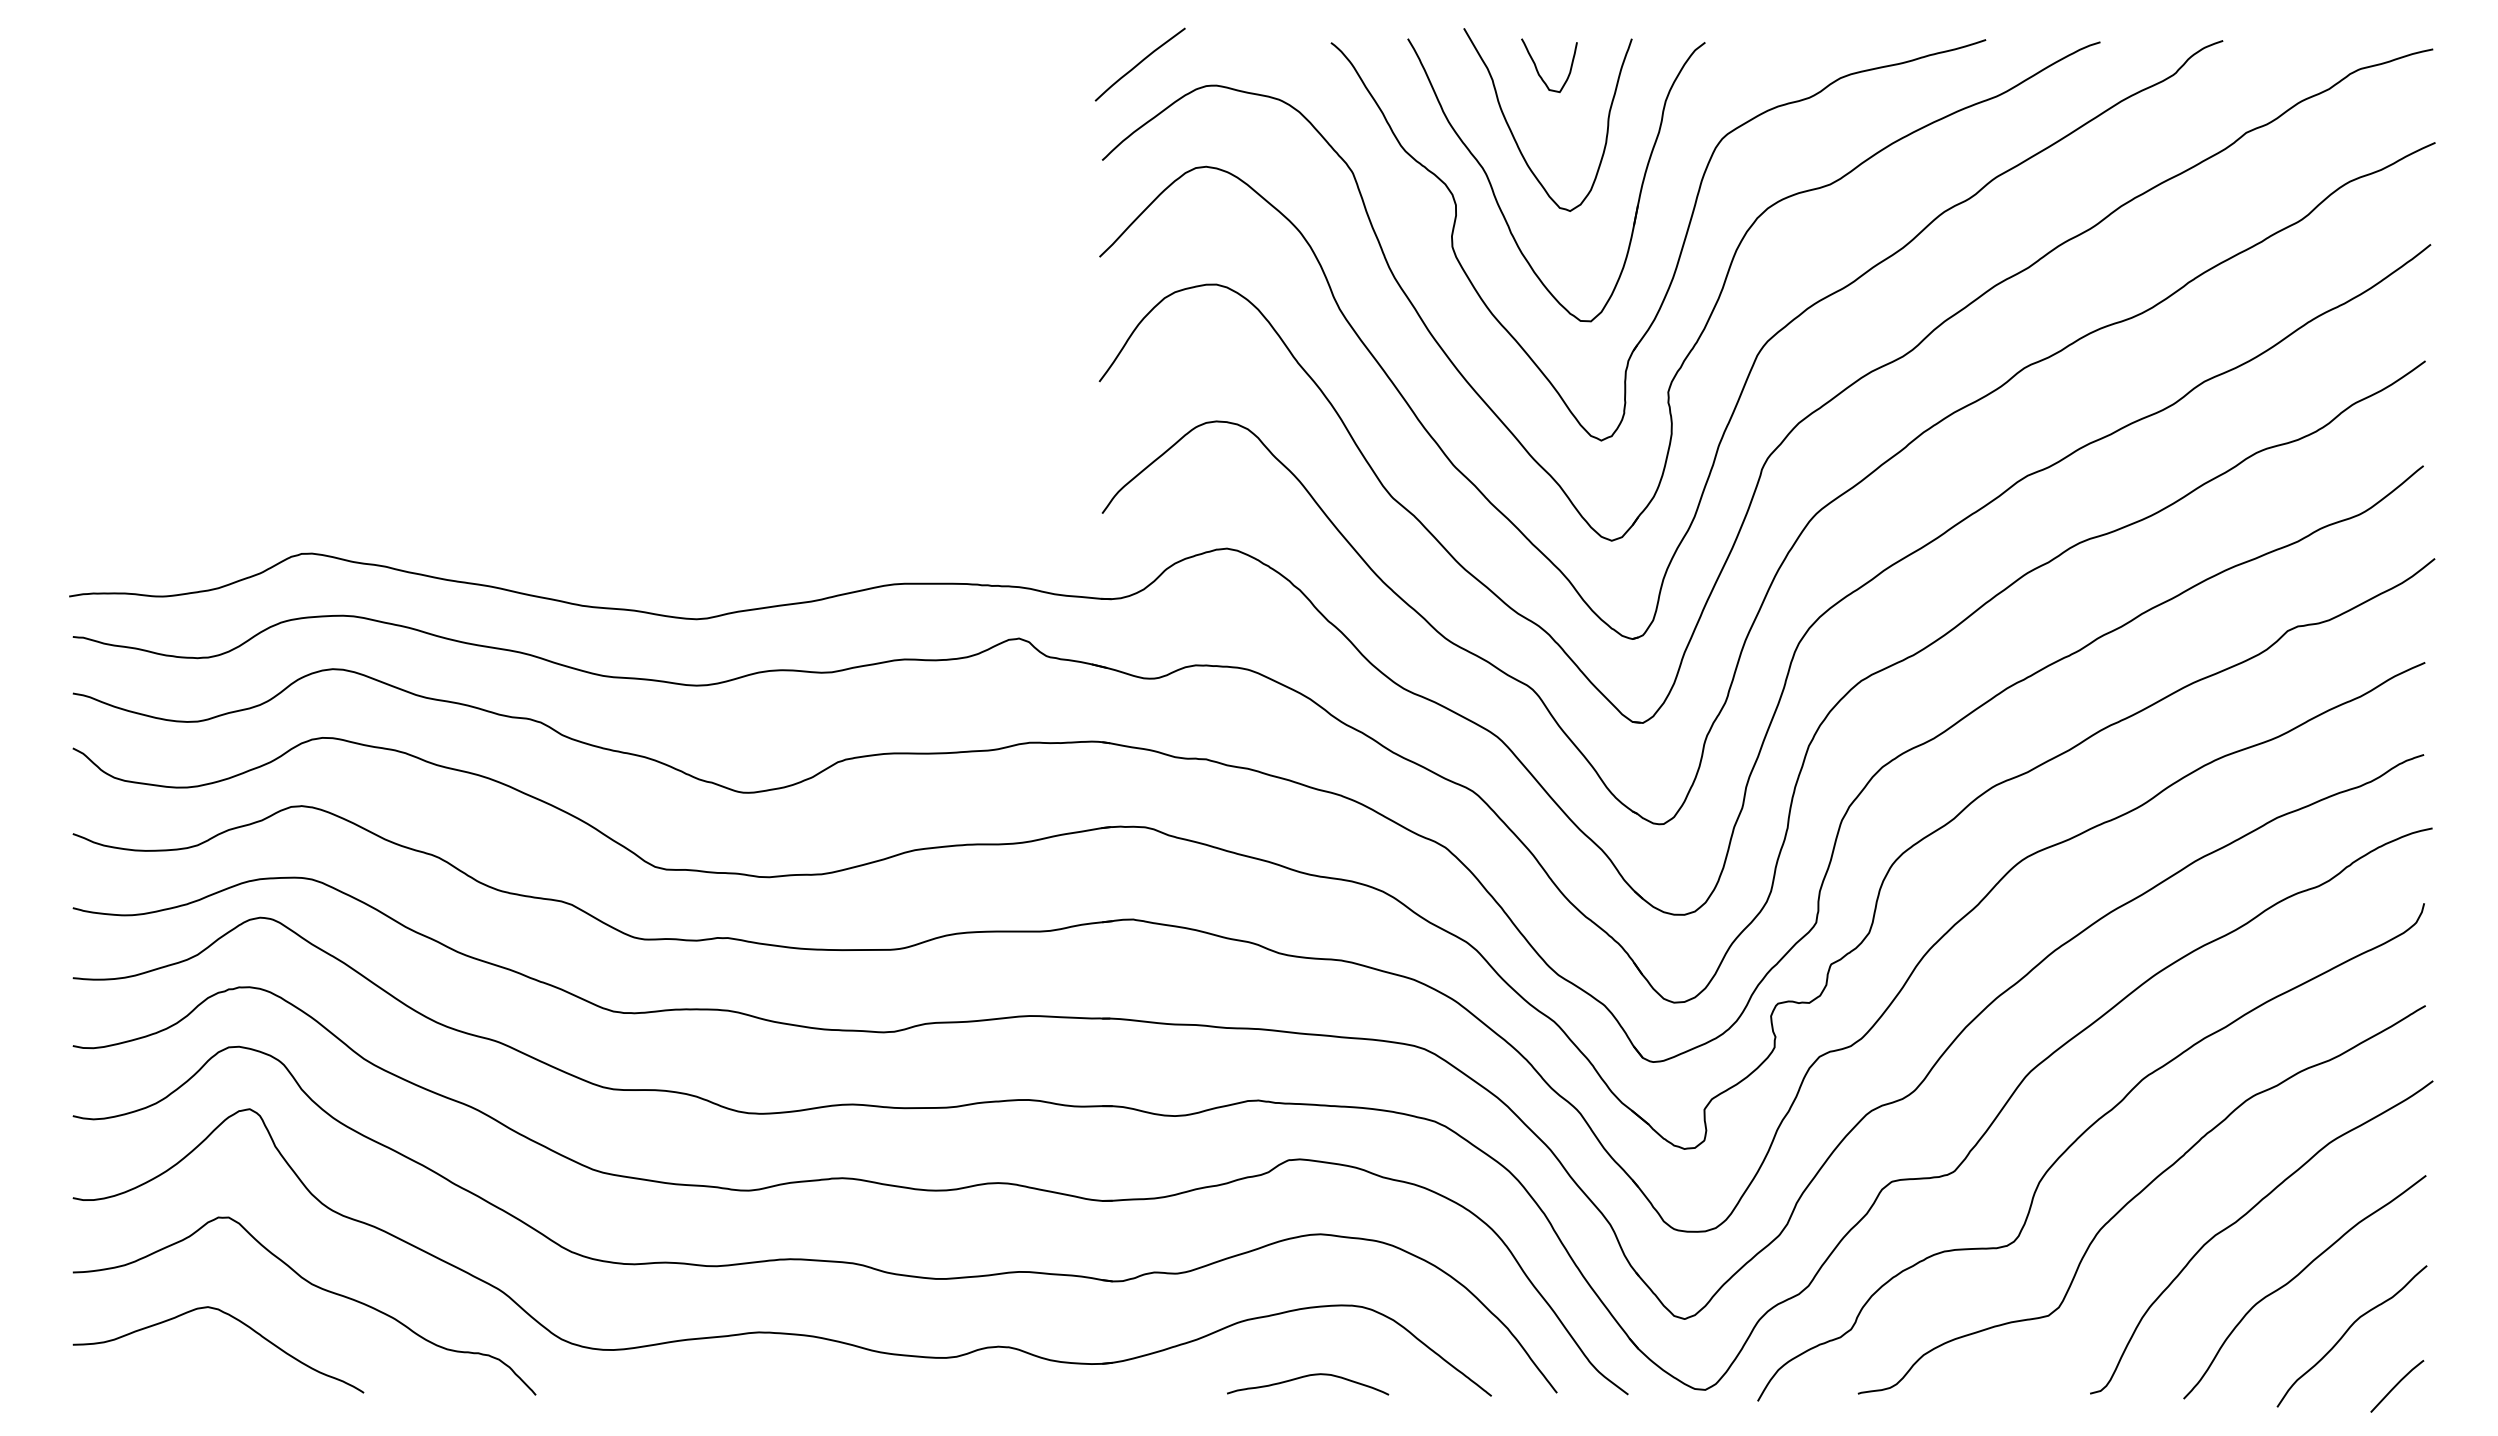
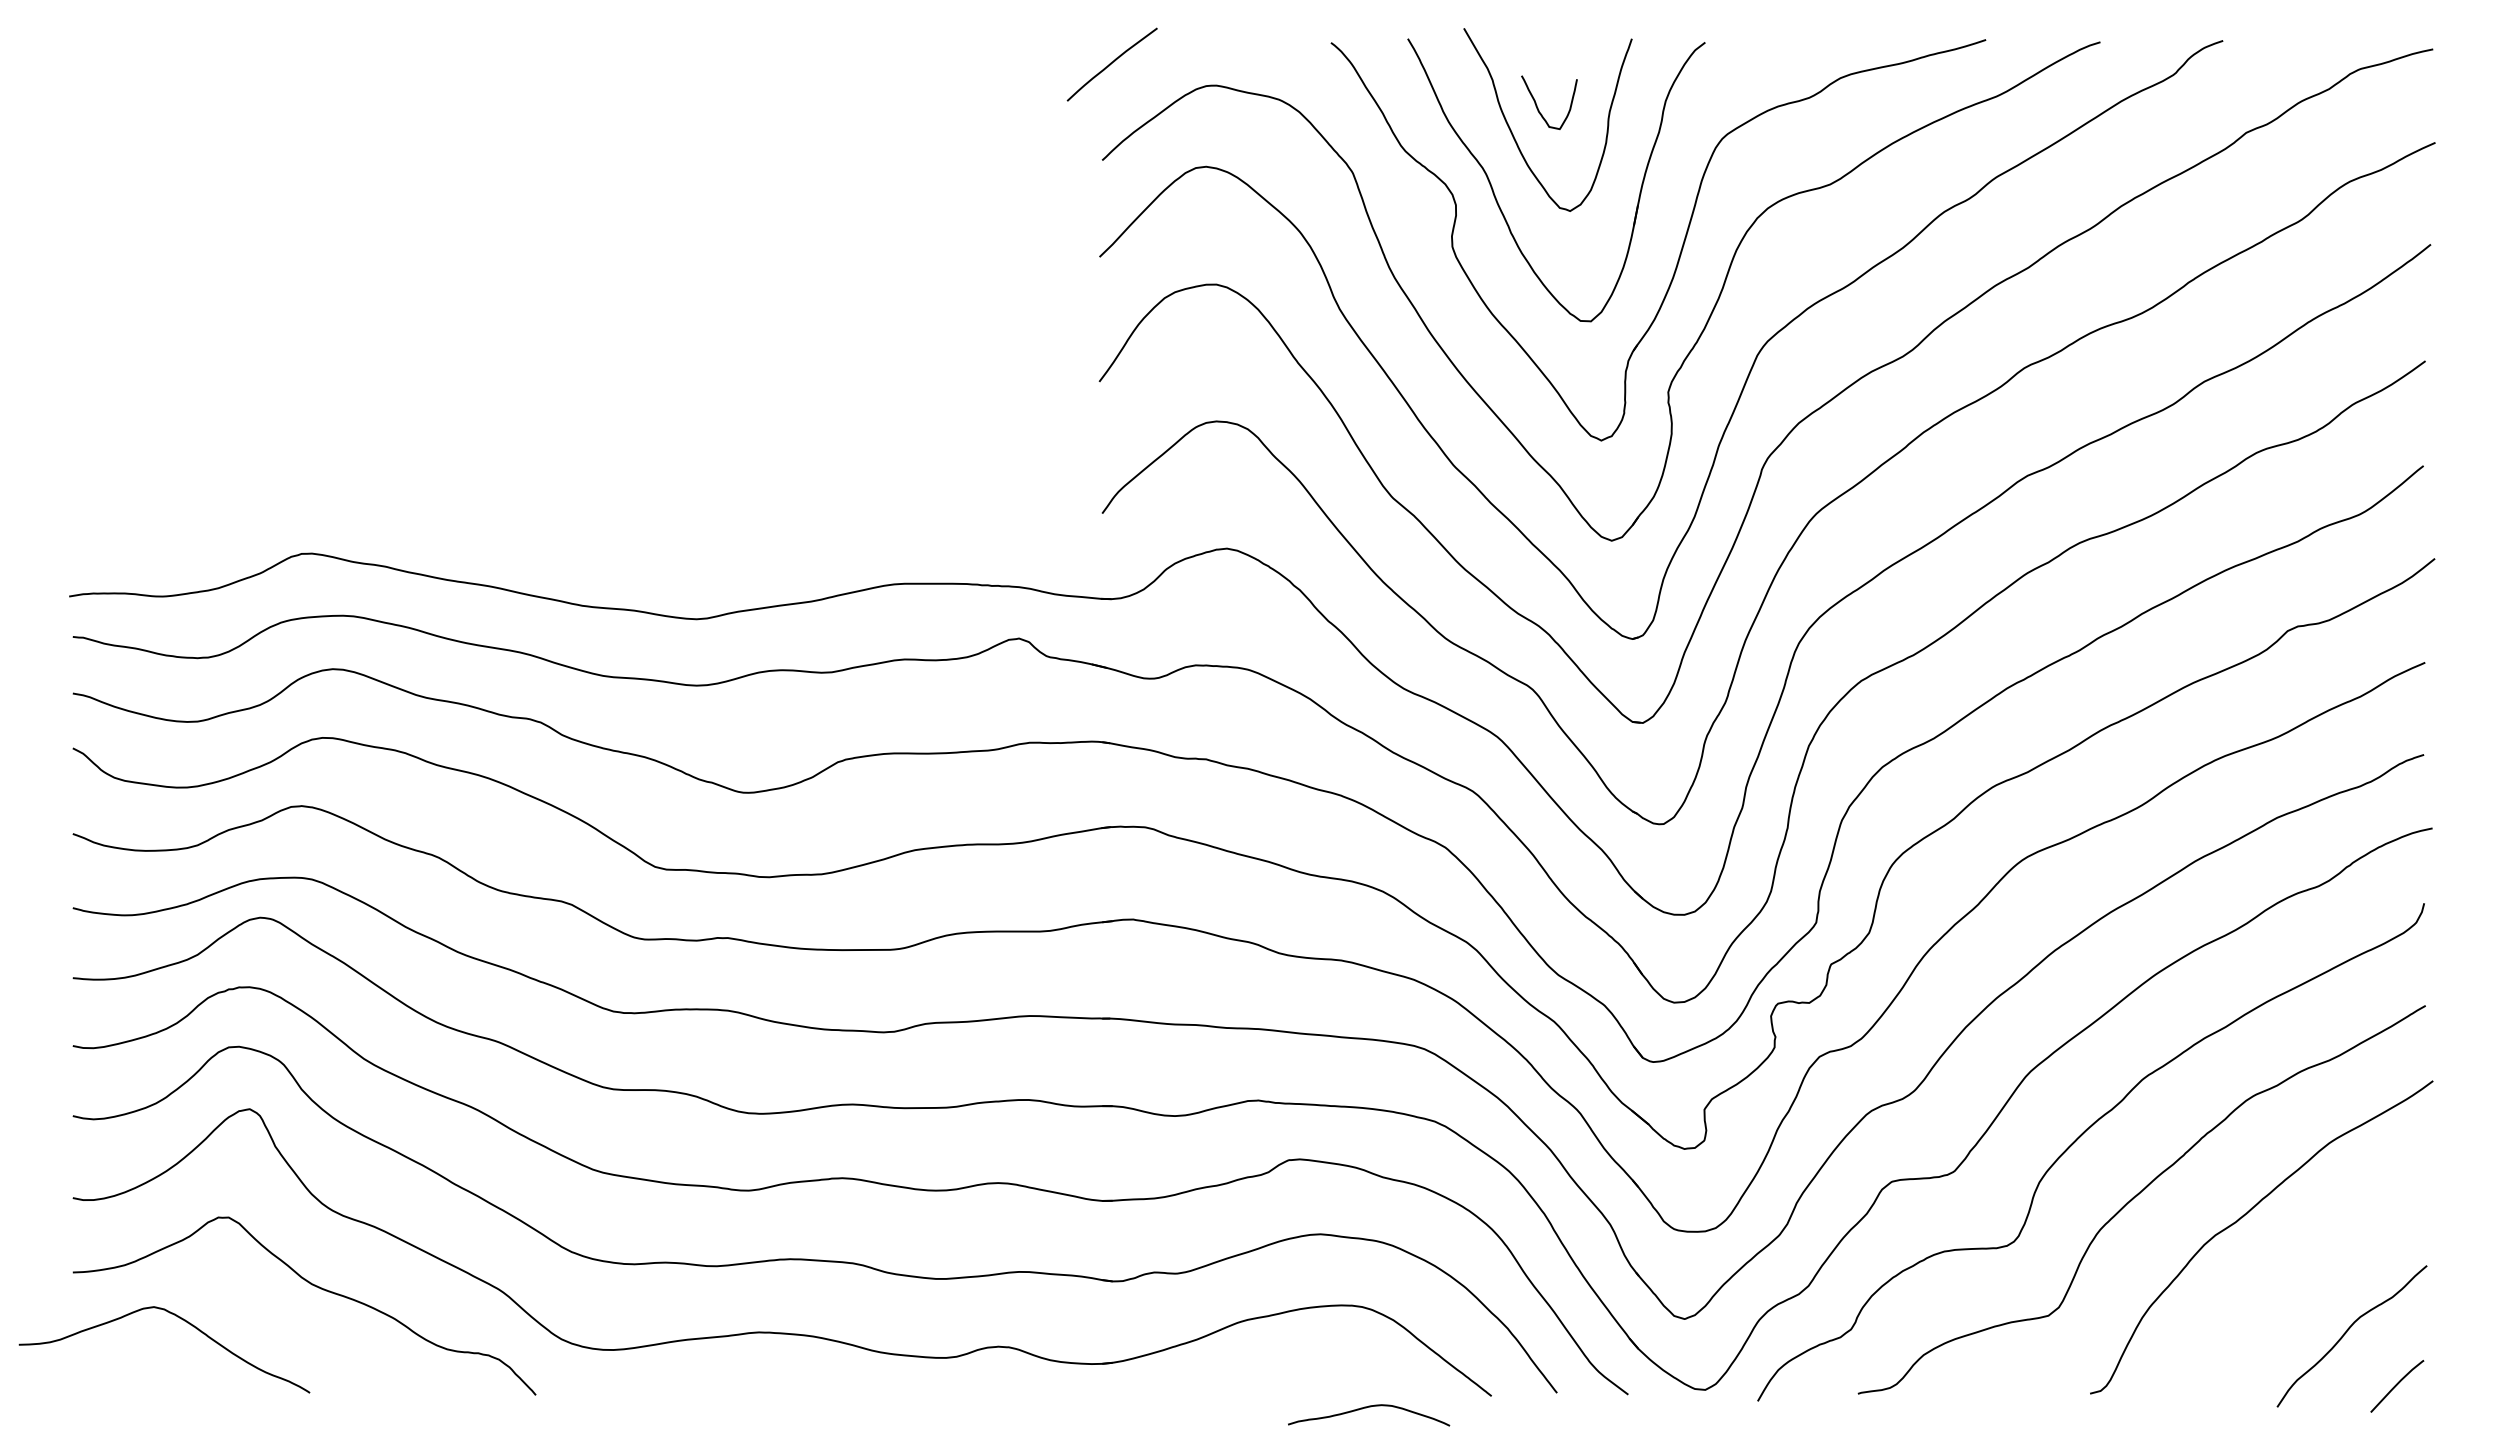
curve at (1139, 64) position: (1139, 64) -> (1111, 64)
curve at (1538, 70) position: (1538, 70) -> (1538, 107)
curve at (2295, 1278): present -> none
curve at (236, 1320) position: (236, 1320) -> (182, 1320)
curve at (1305, 1377) position: (1305, 1377) -> (1366, 1408)
